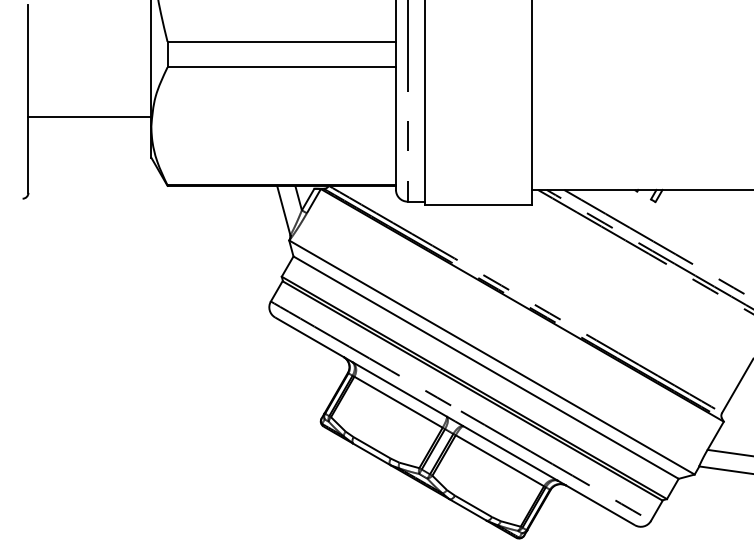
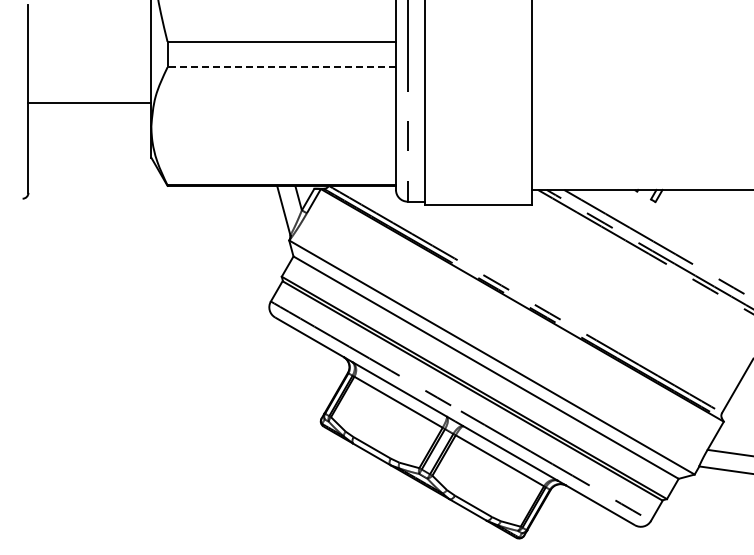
line at (281, 67): solid -> dashed
line at (89, 116) position: (89, 116) -> (89, 102)
